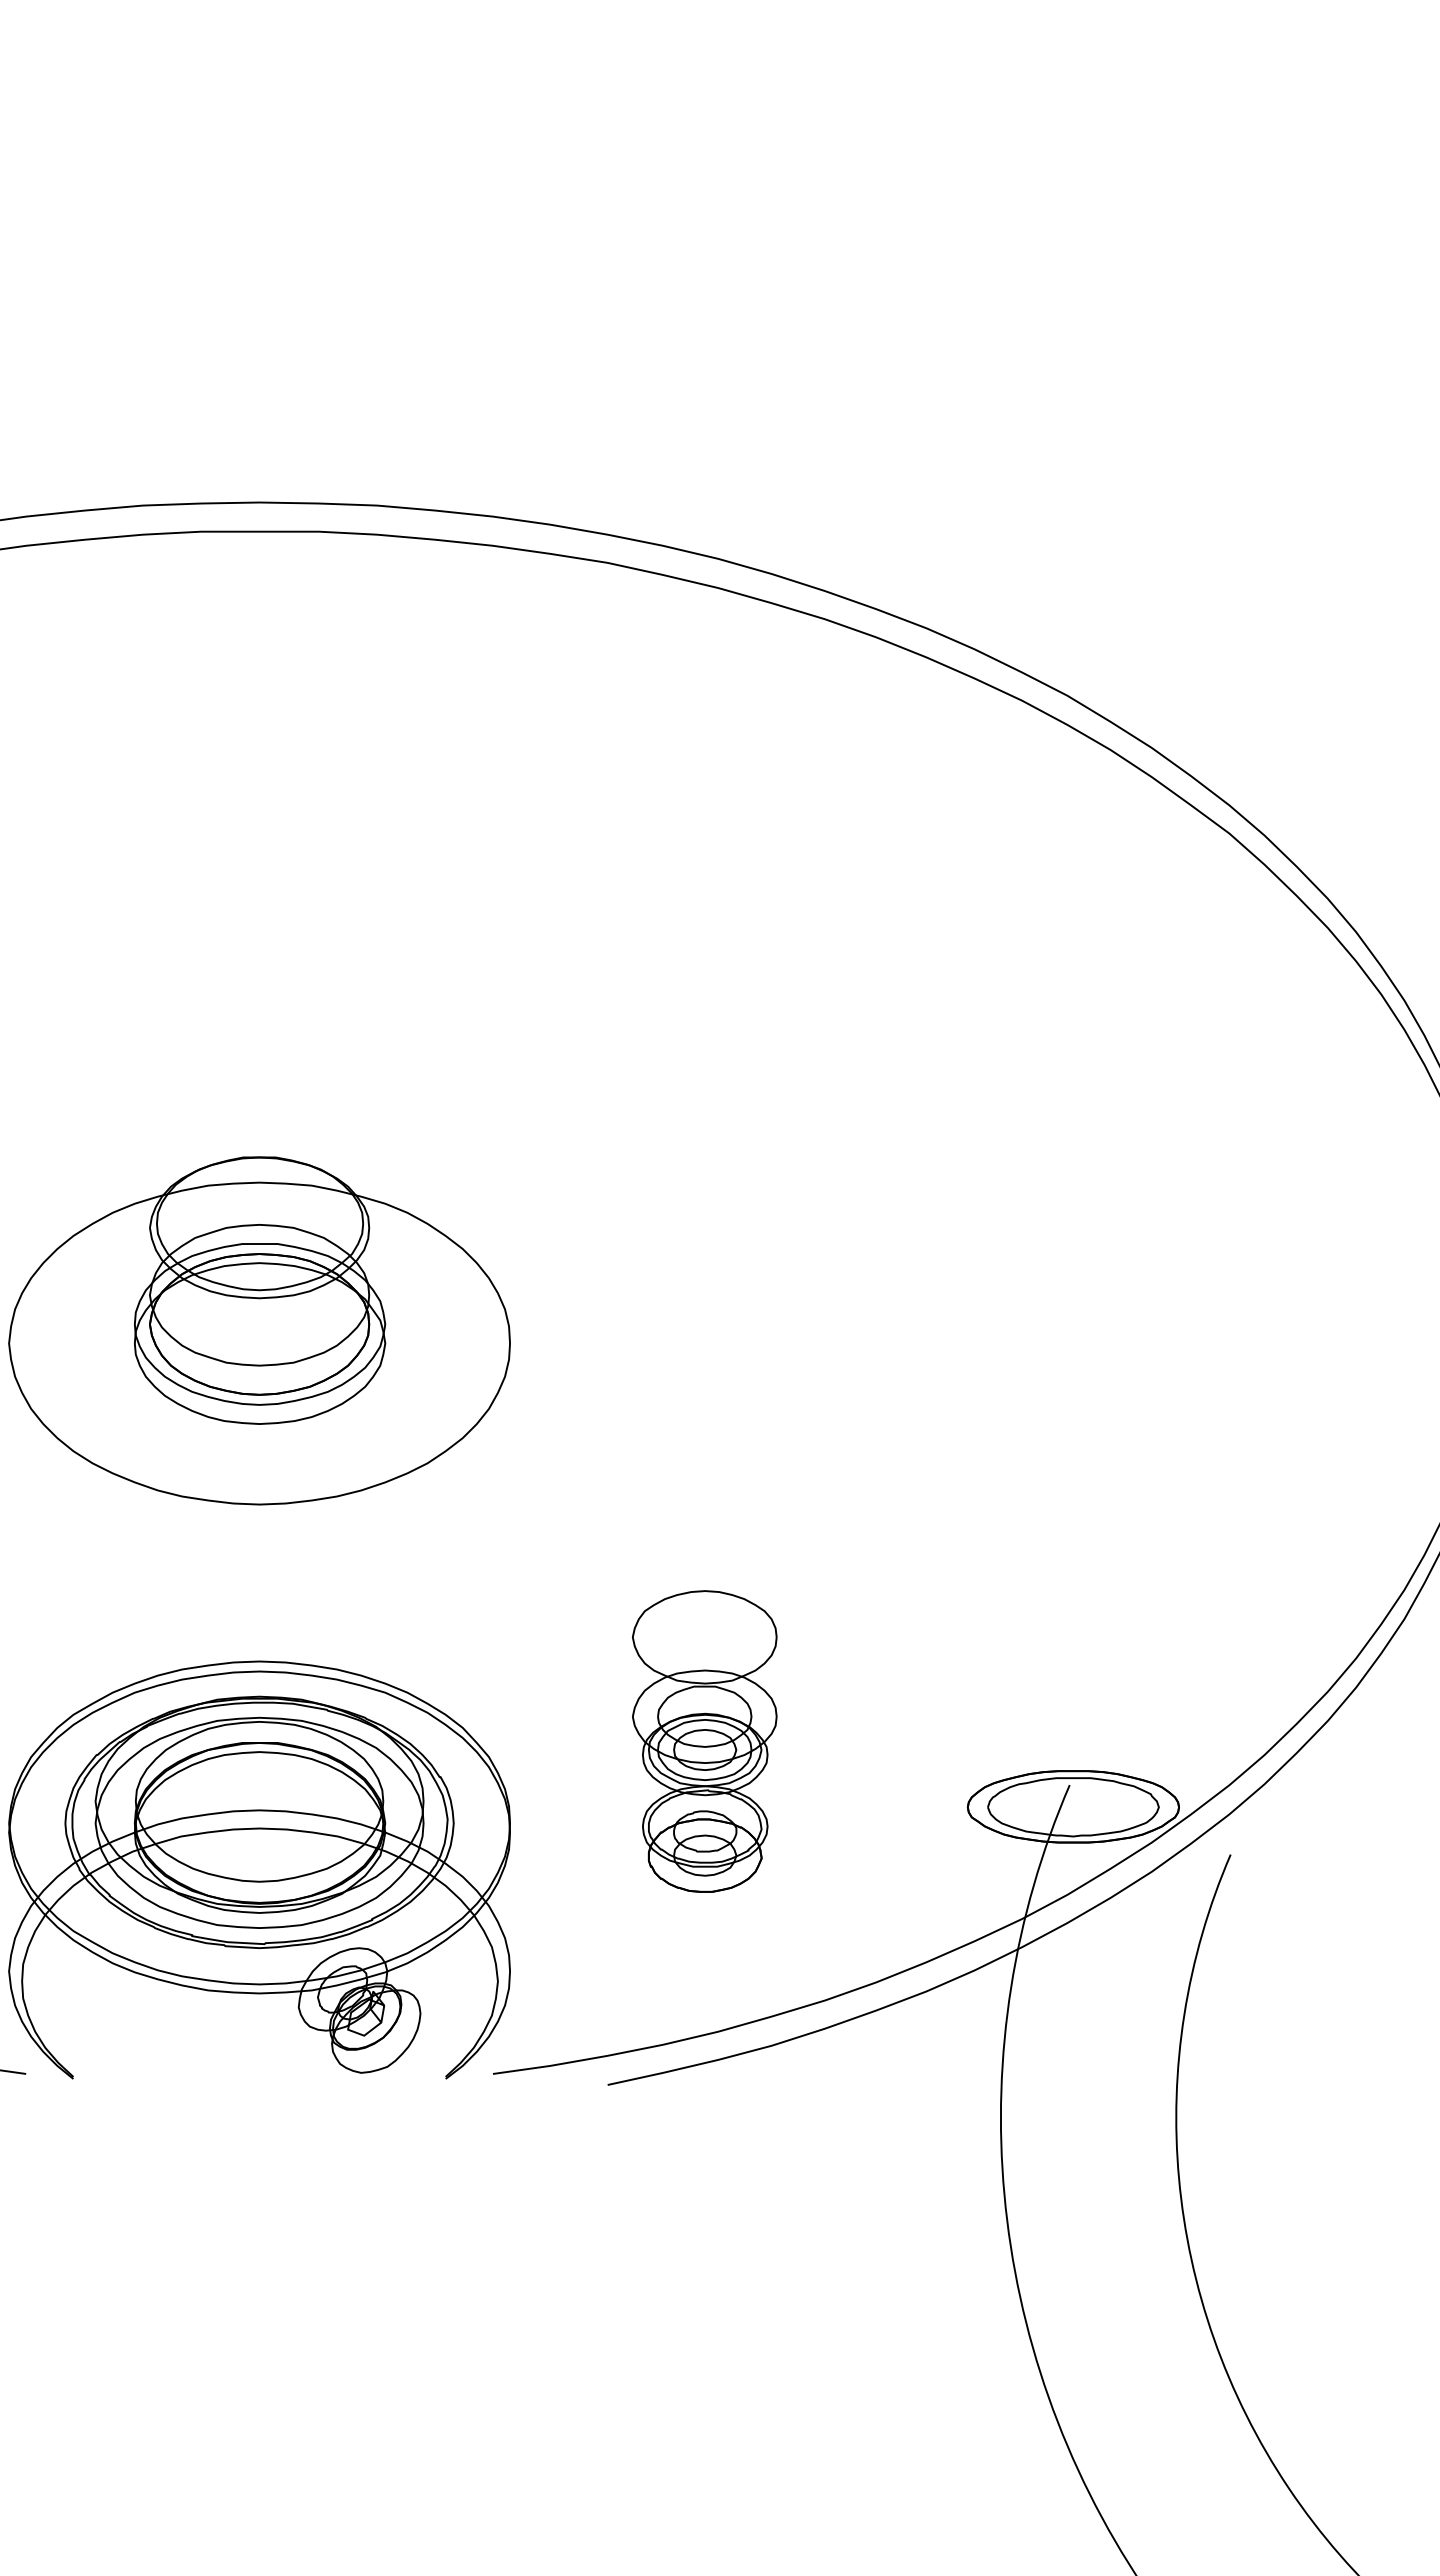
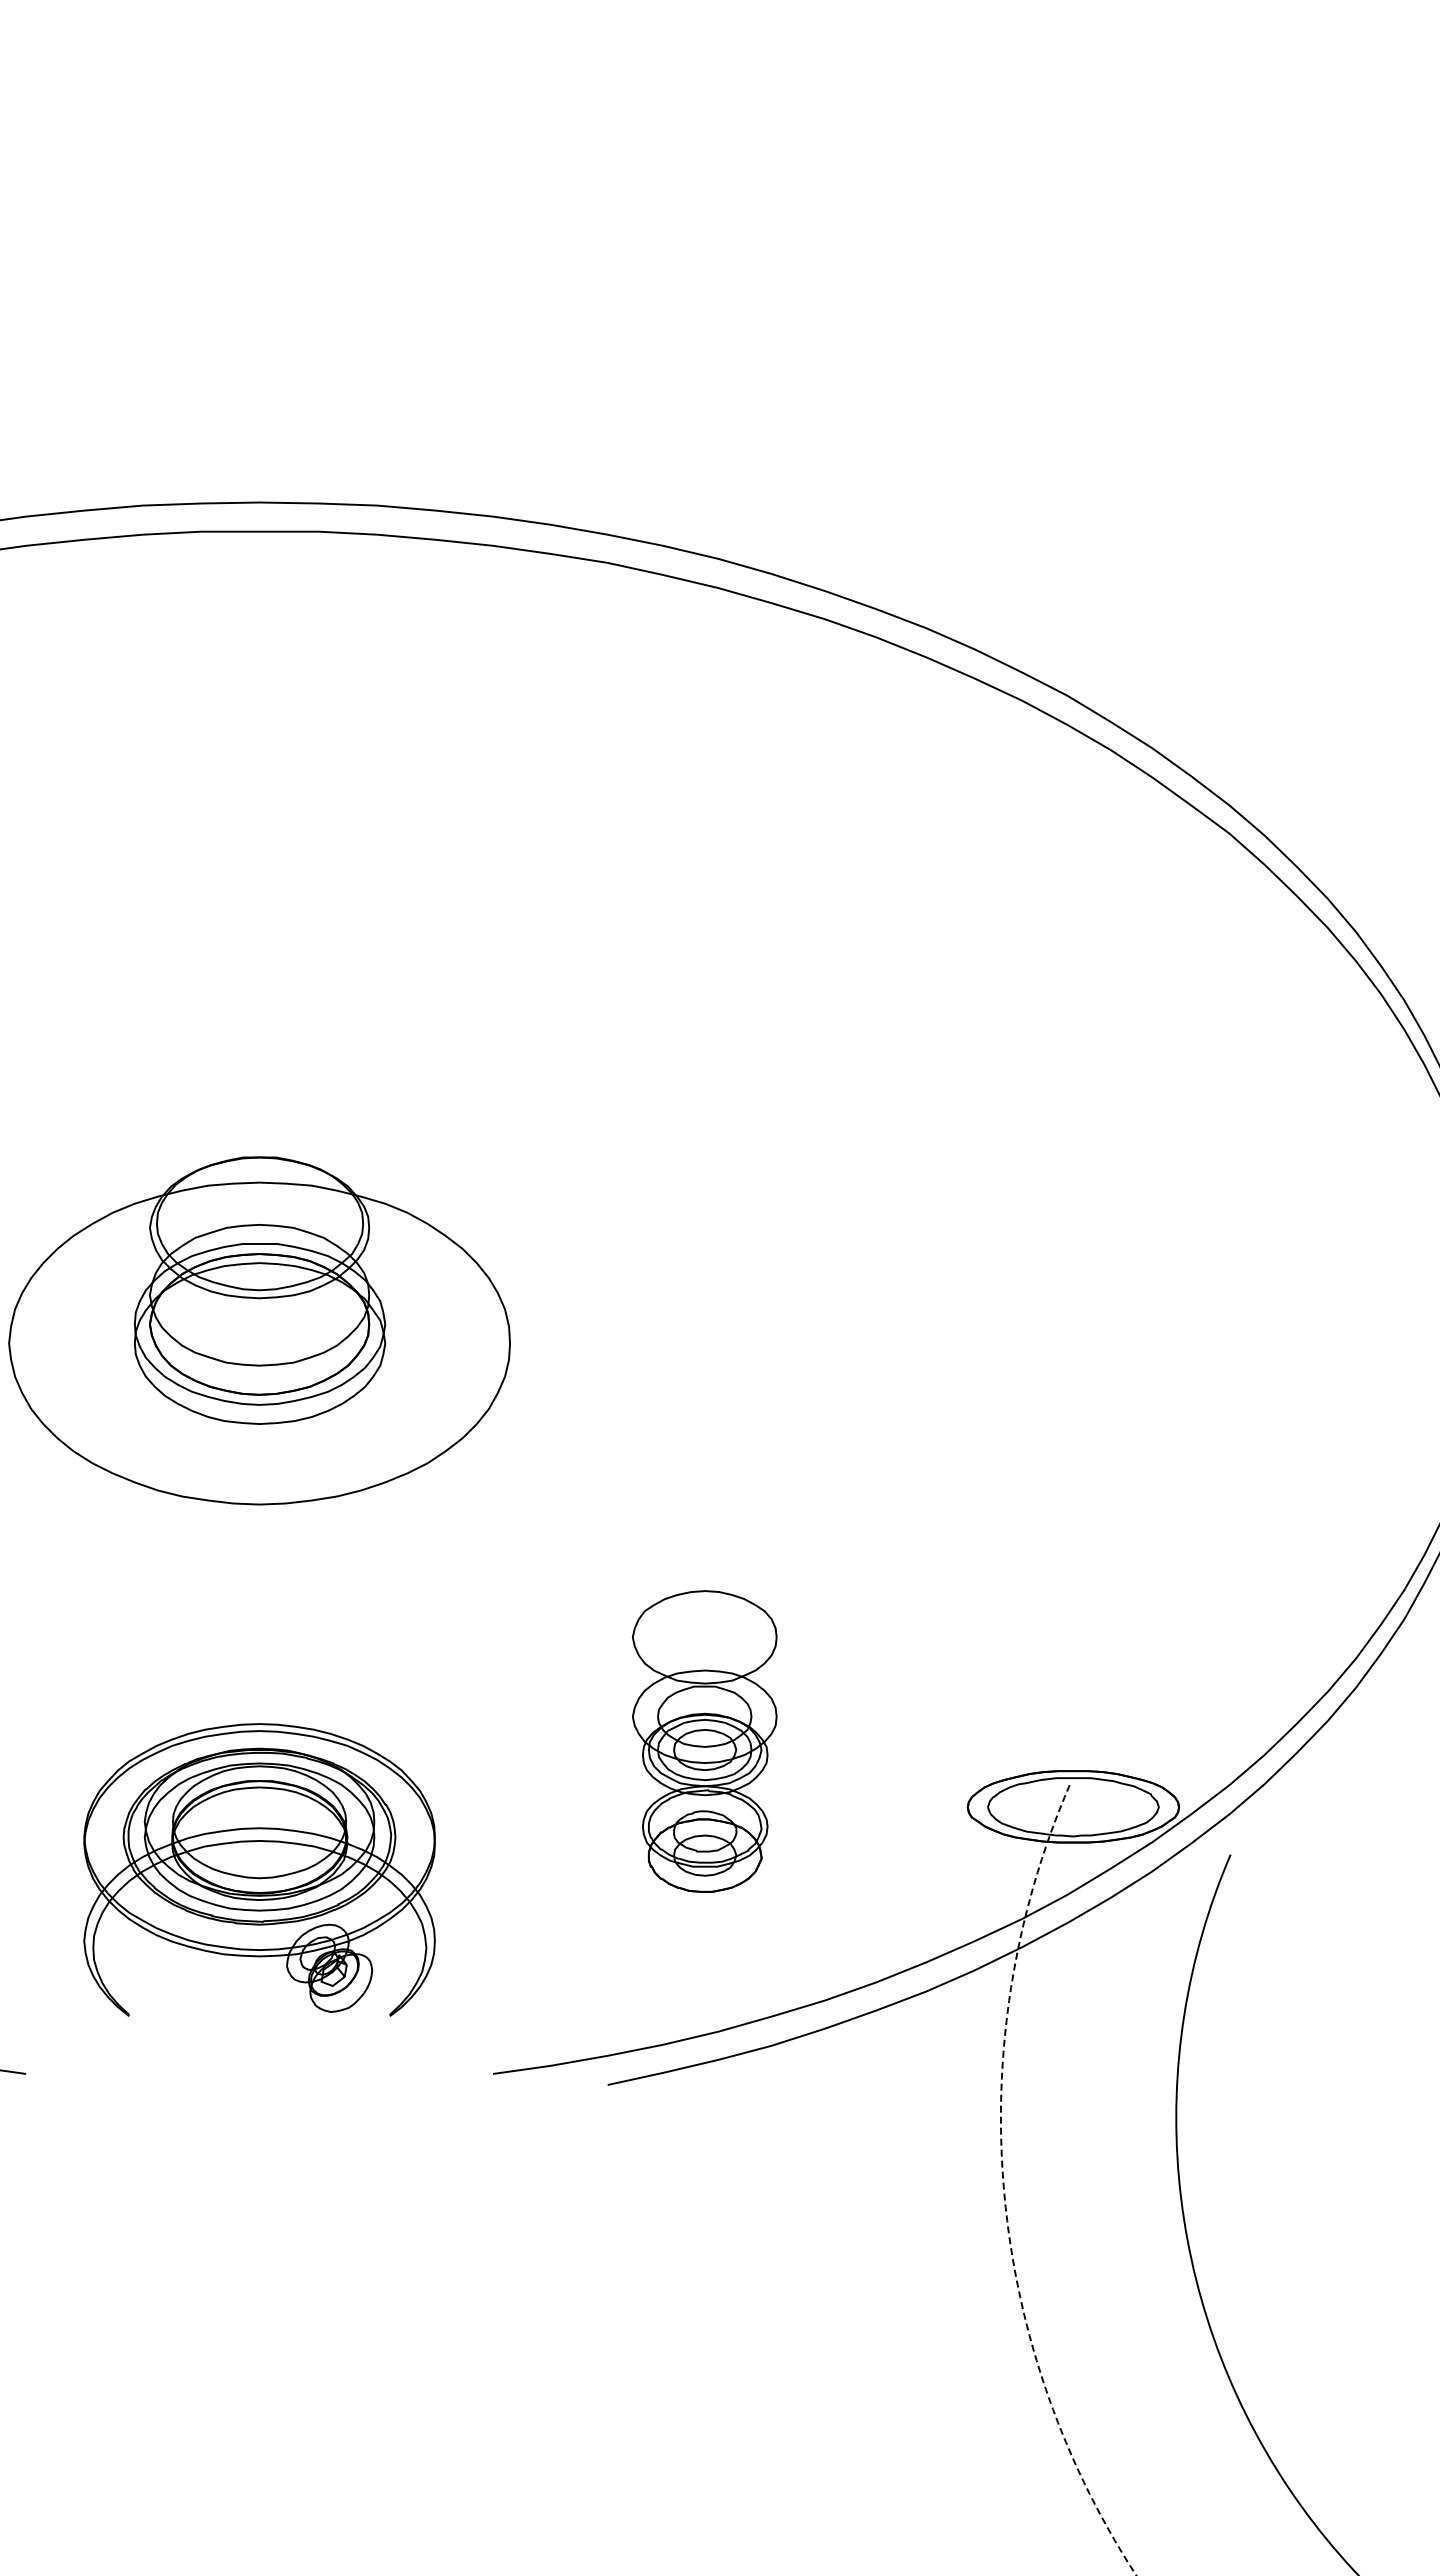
part at (259, 1869) size: 503x420 px -> 353x294 px
arc at (1004, 2189): solid -> dashed
